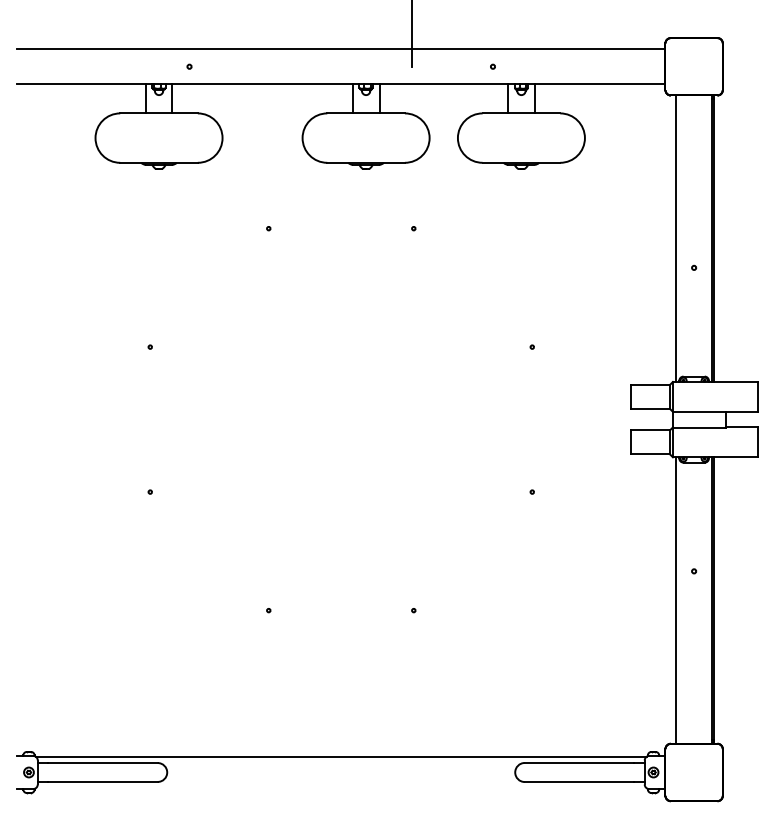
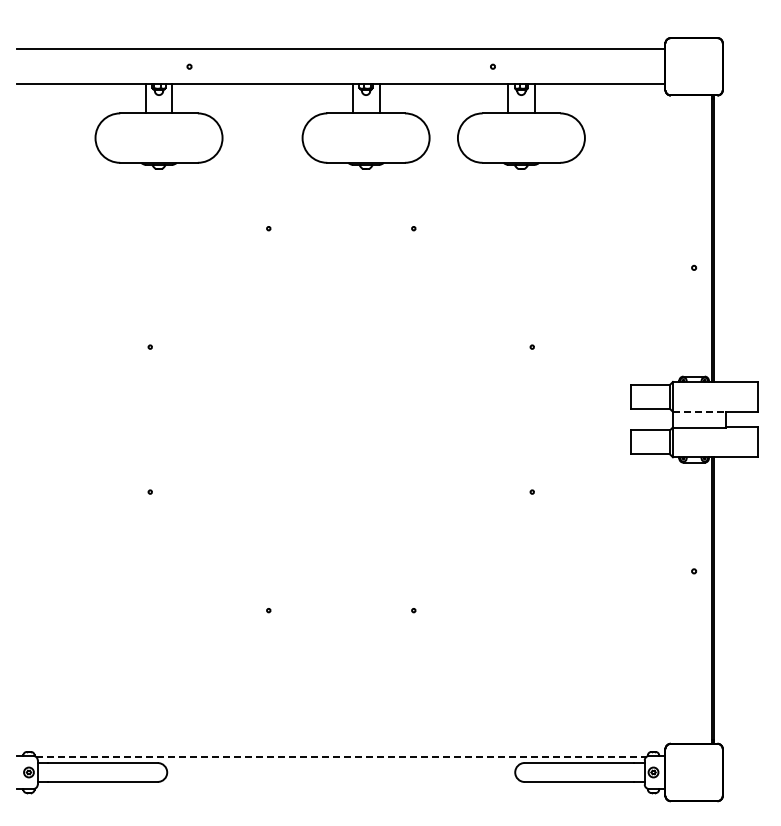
line at (411, 34): present -> none
line at (676, 238): present -> none
line at (699, 411): solid -> dashed
line at (676, 600): present -> none
line at (341, 756): solid -> dashed
